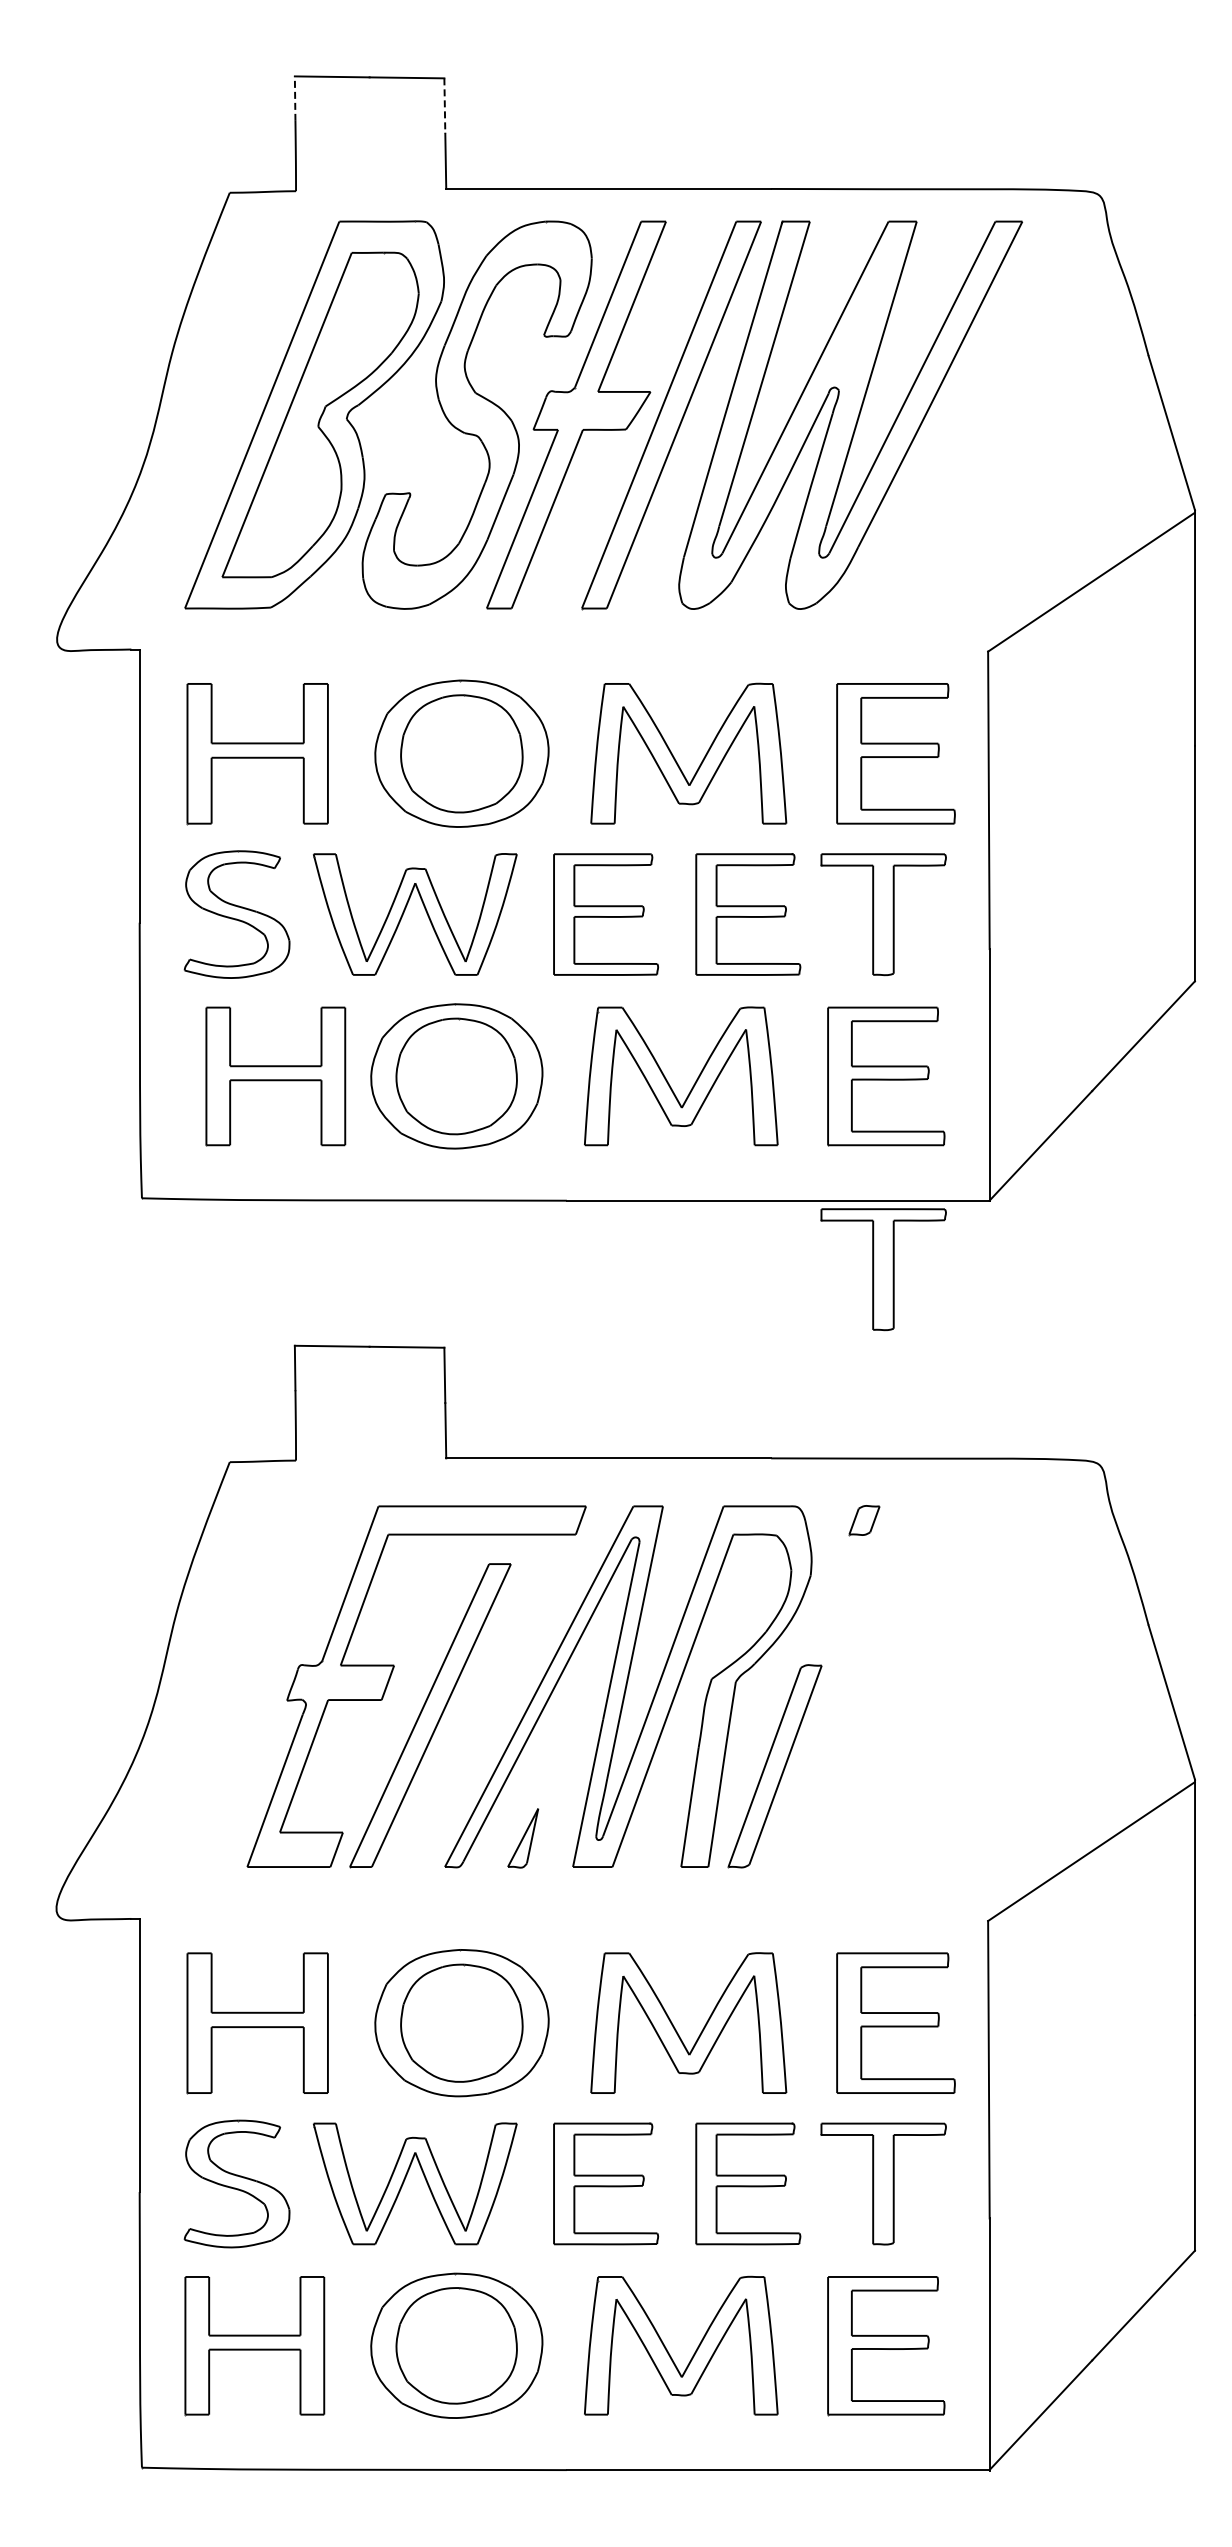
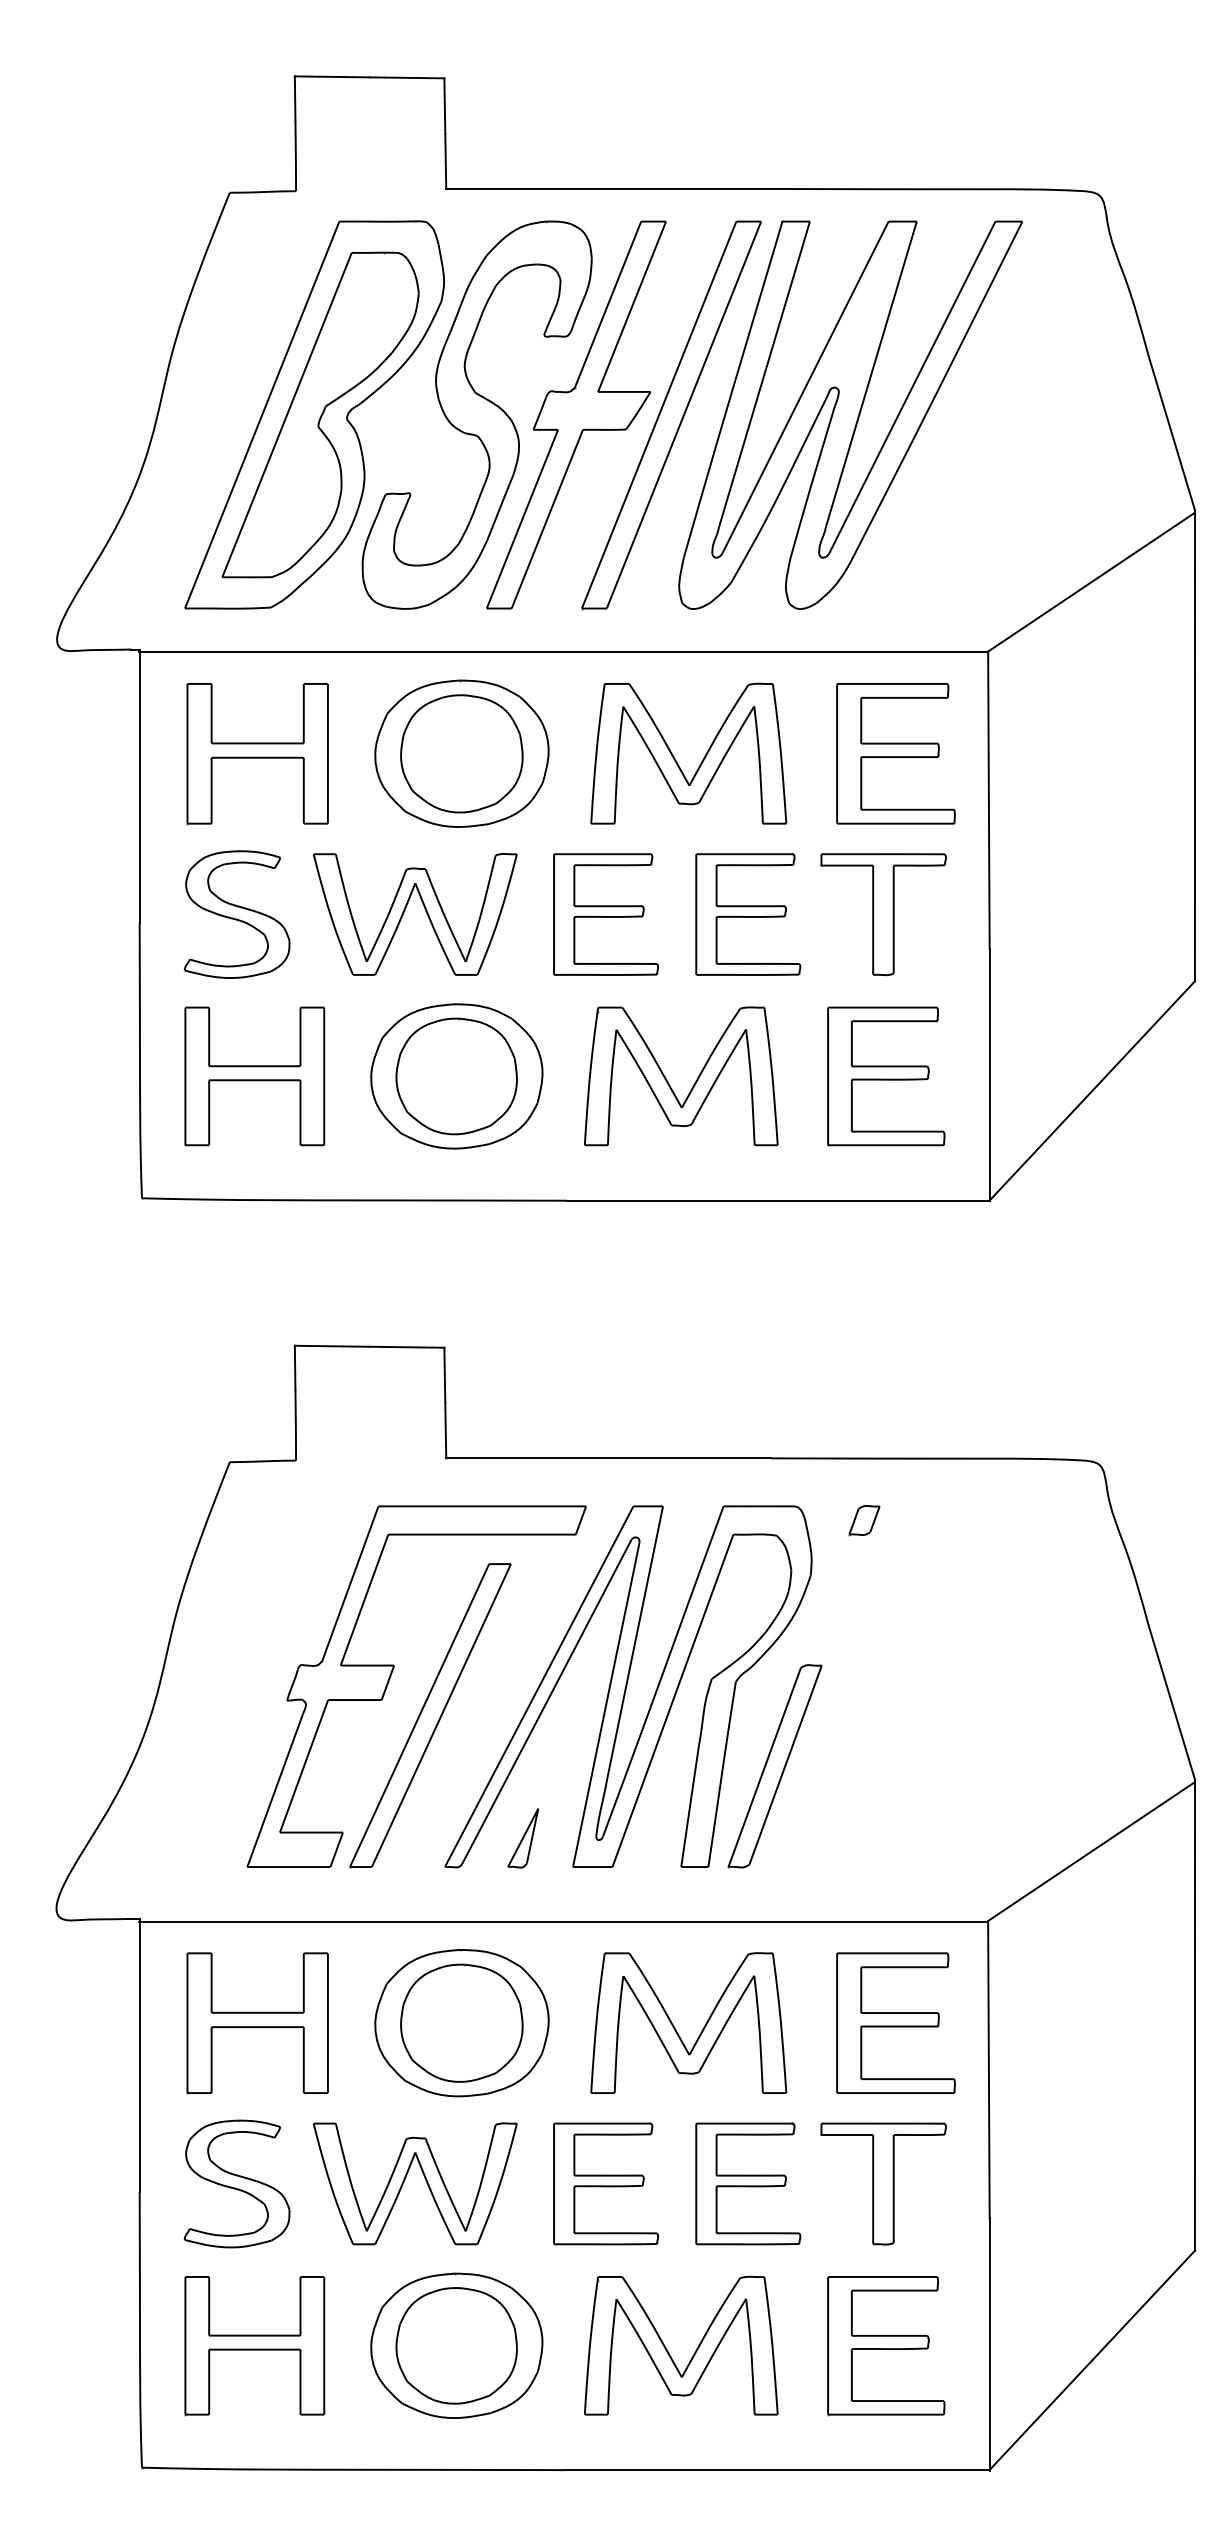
line at (295, 98): dashed -> solid
line at (444, 106): dashed -> solid
line at (562, 652): none -> present
part at (275, 1076) position: (275, 1076) -> (254, 1076)
part at (883, 1269): present -> none
line at (562, 1921): none -> present
